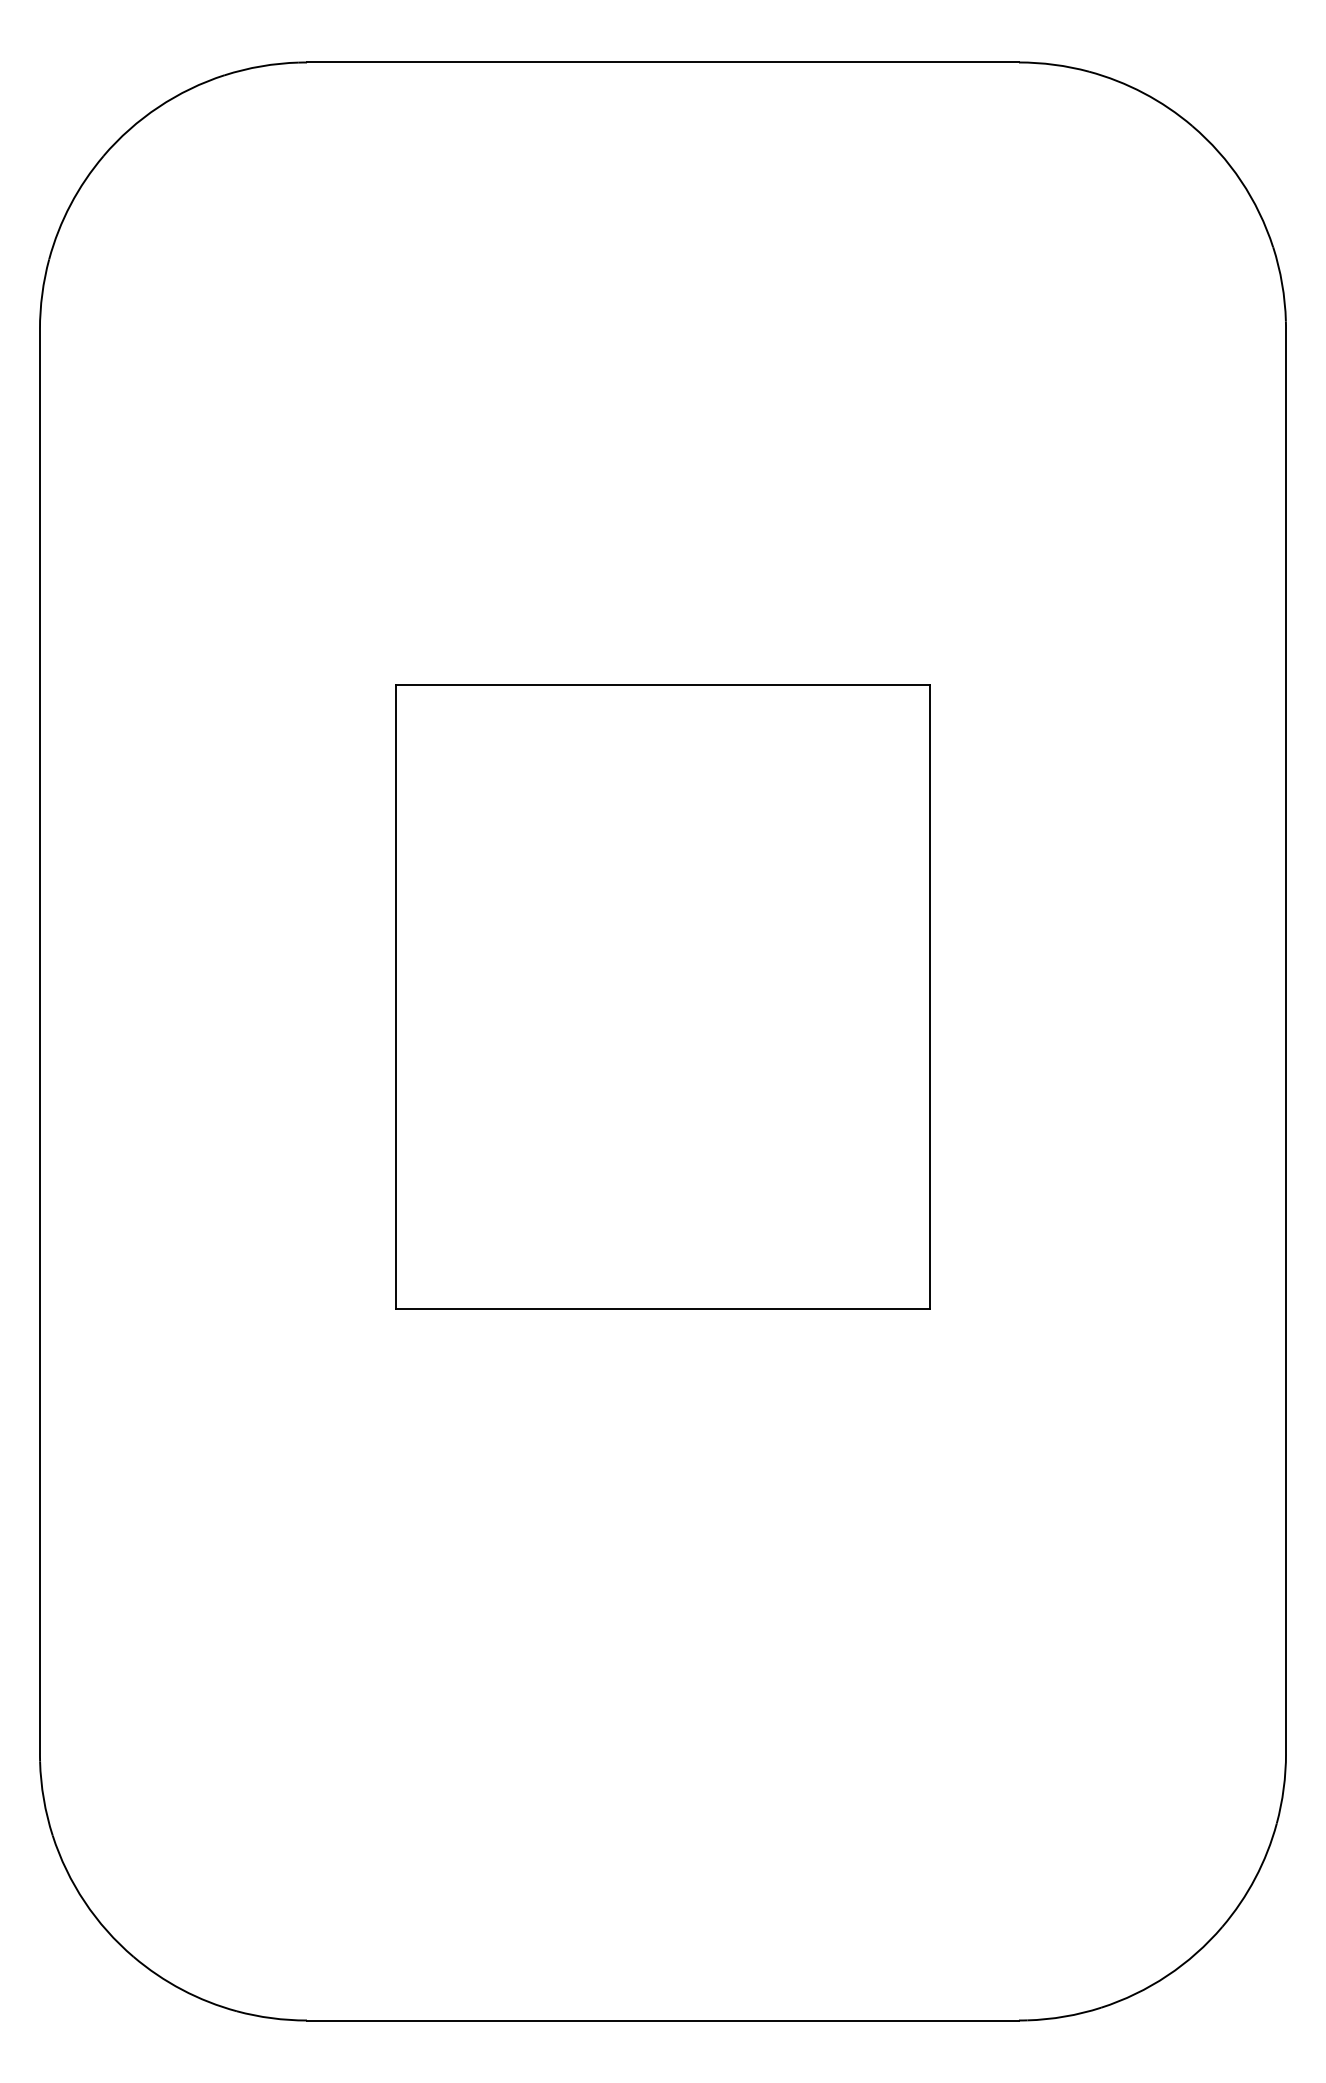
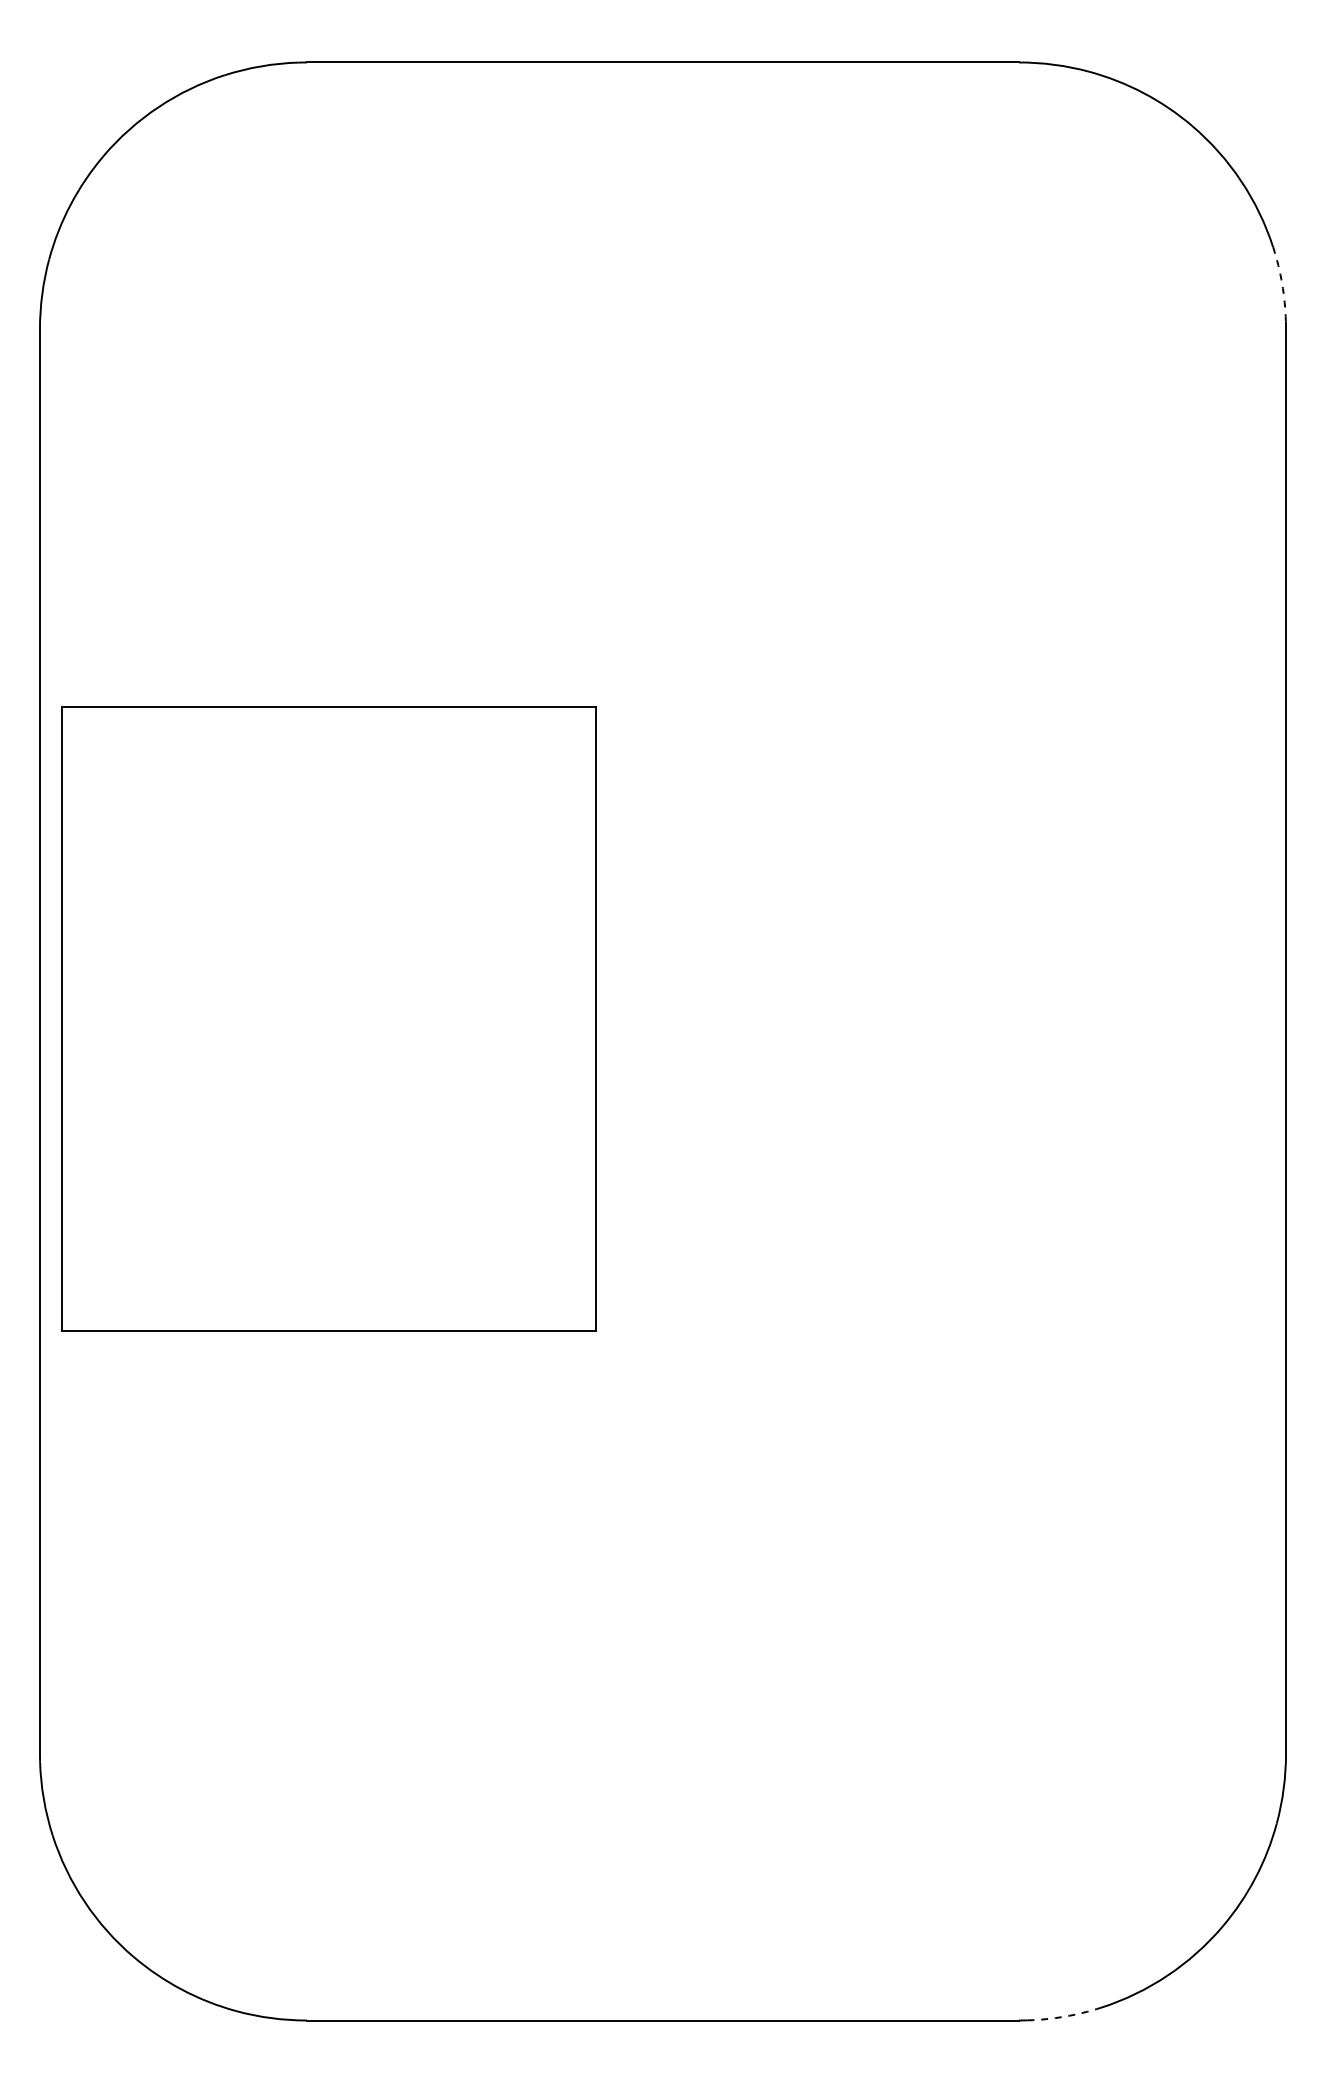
arc at (1282, 283): solid -> dashed
part at (662, 996) position: (662, 996) -> (328, 1018)
arc at (1064, 2016): solid -> dashed
